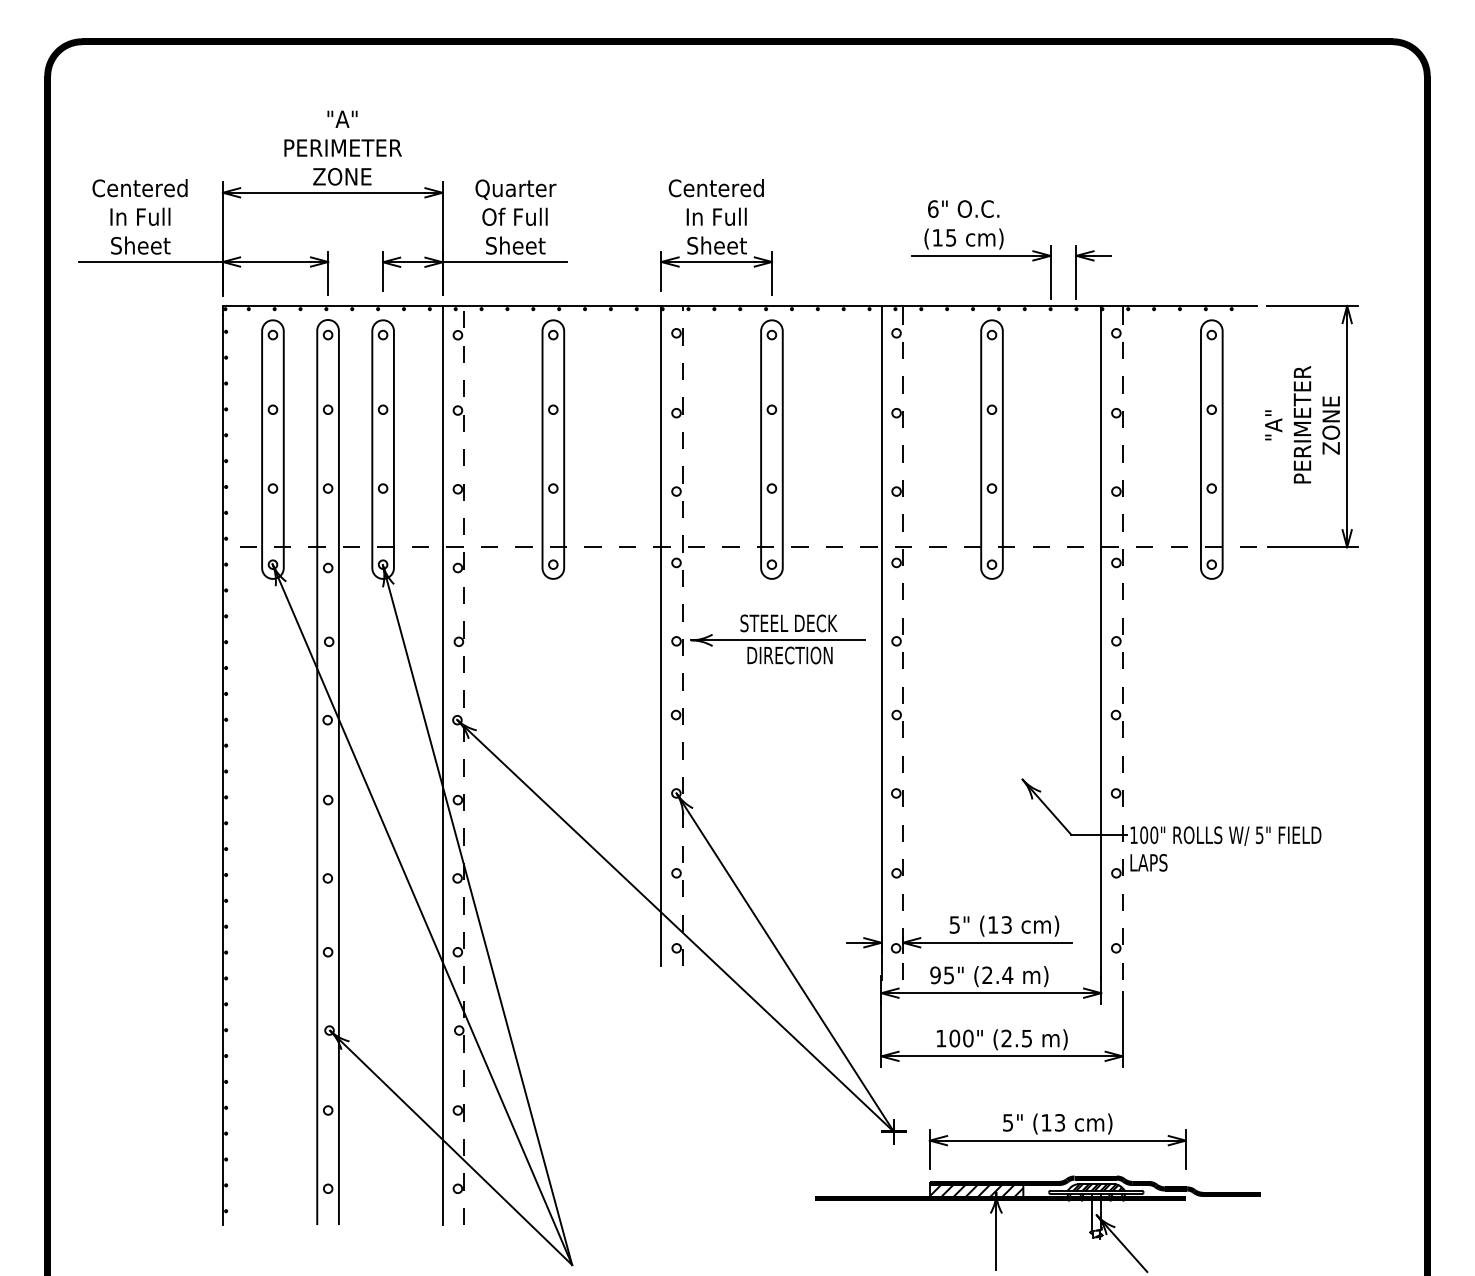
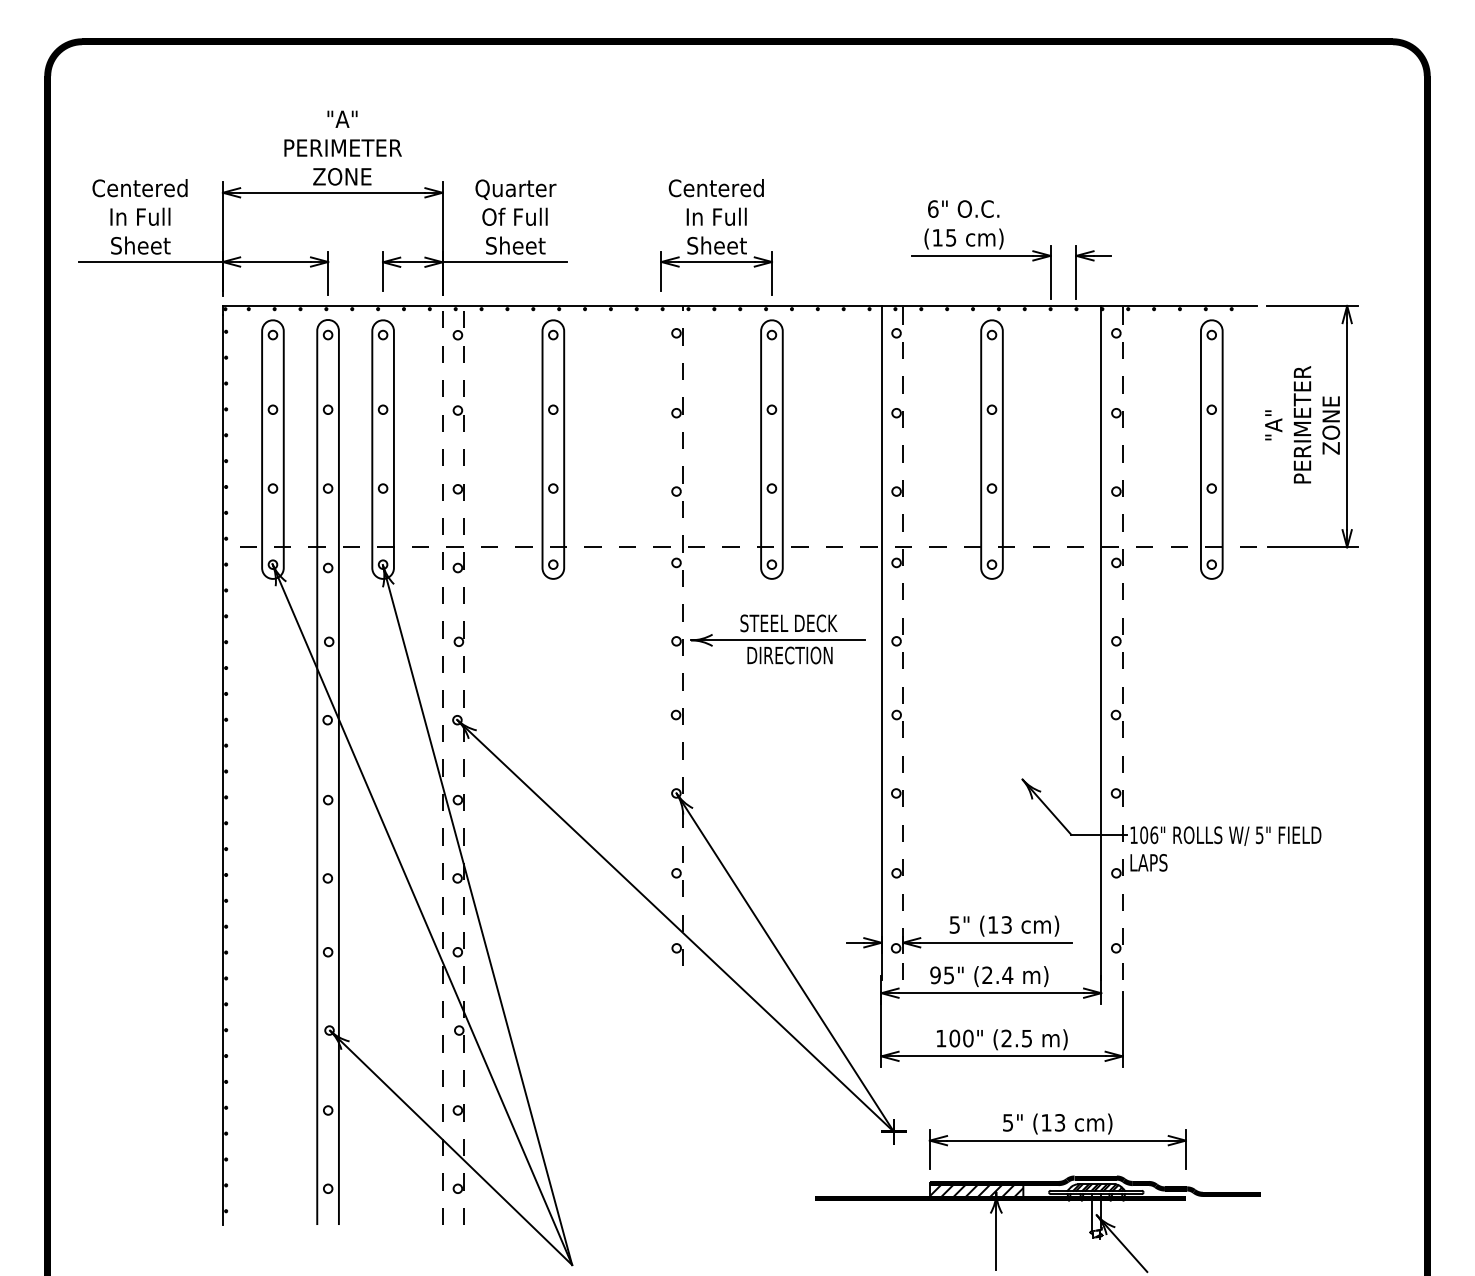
line at (661, 635): present -> none
line at (442, 765): solid -> dashed
text at (1154, 834): 100" -> 106"
